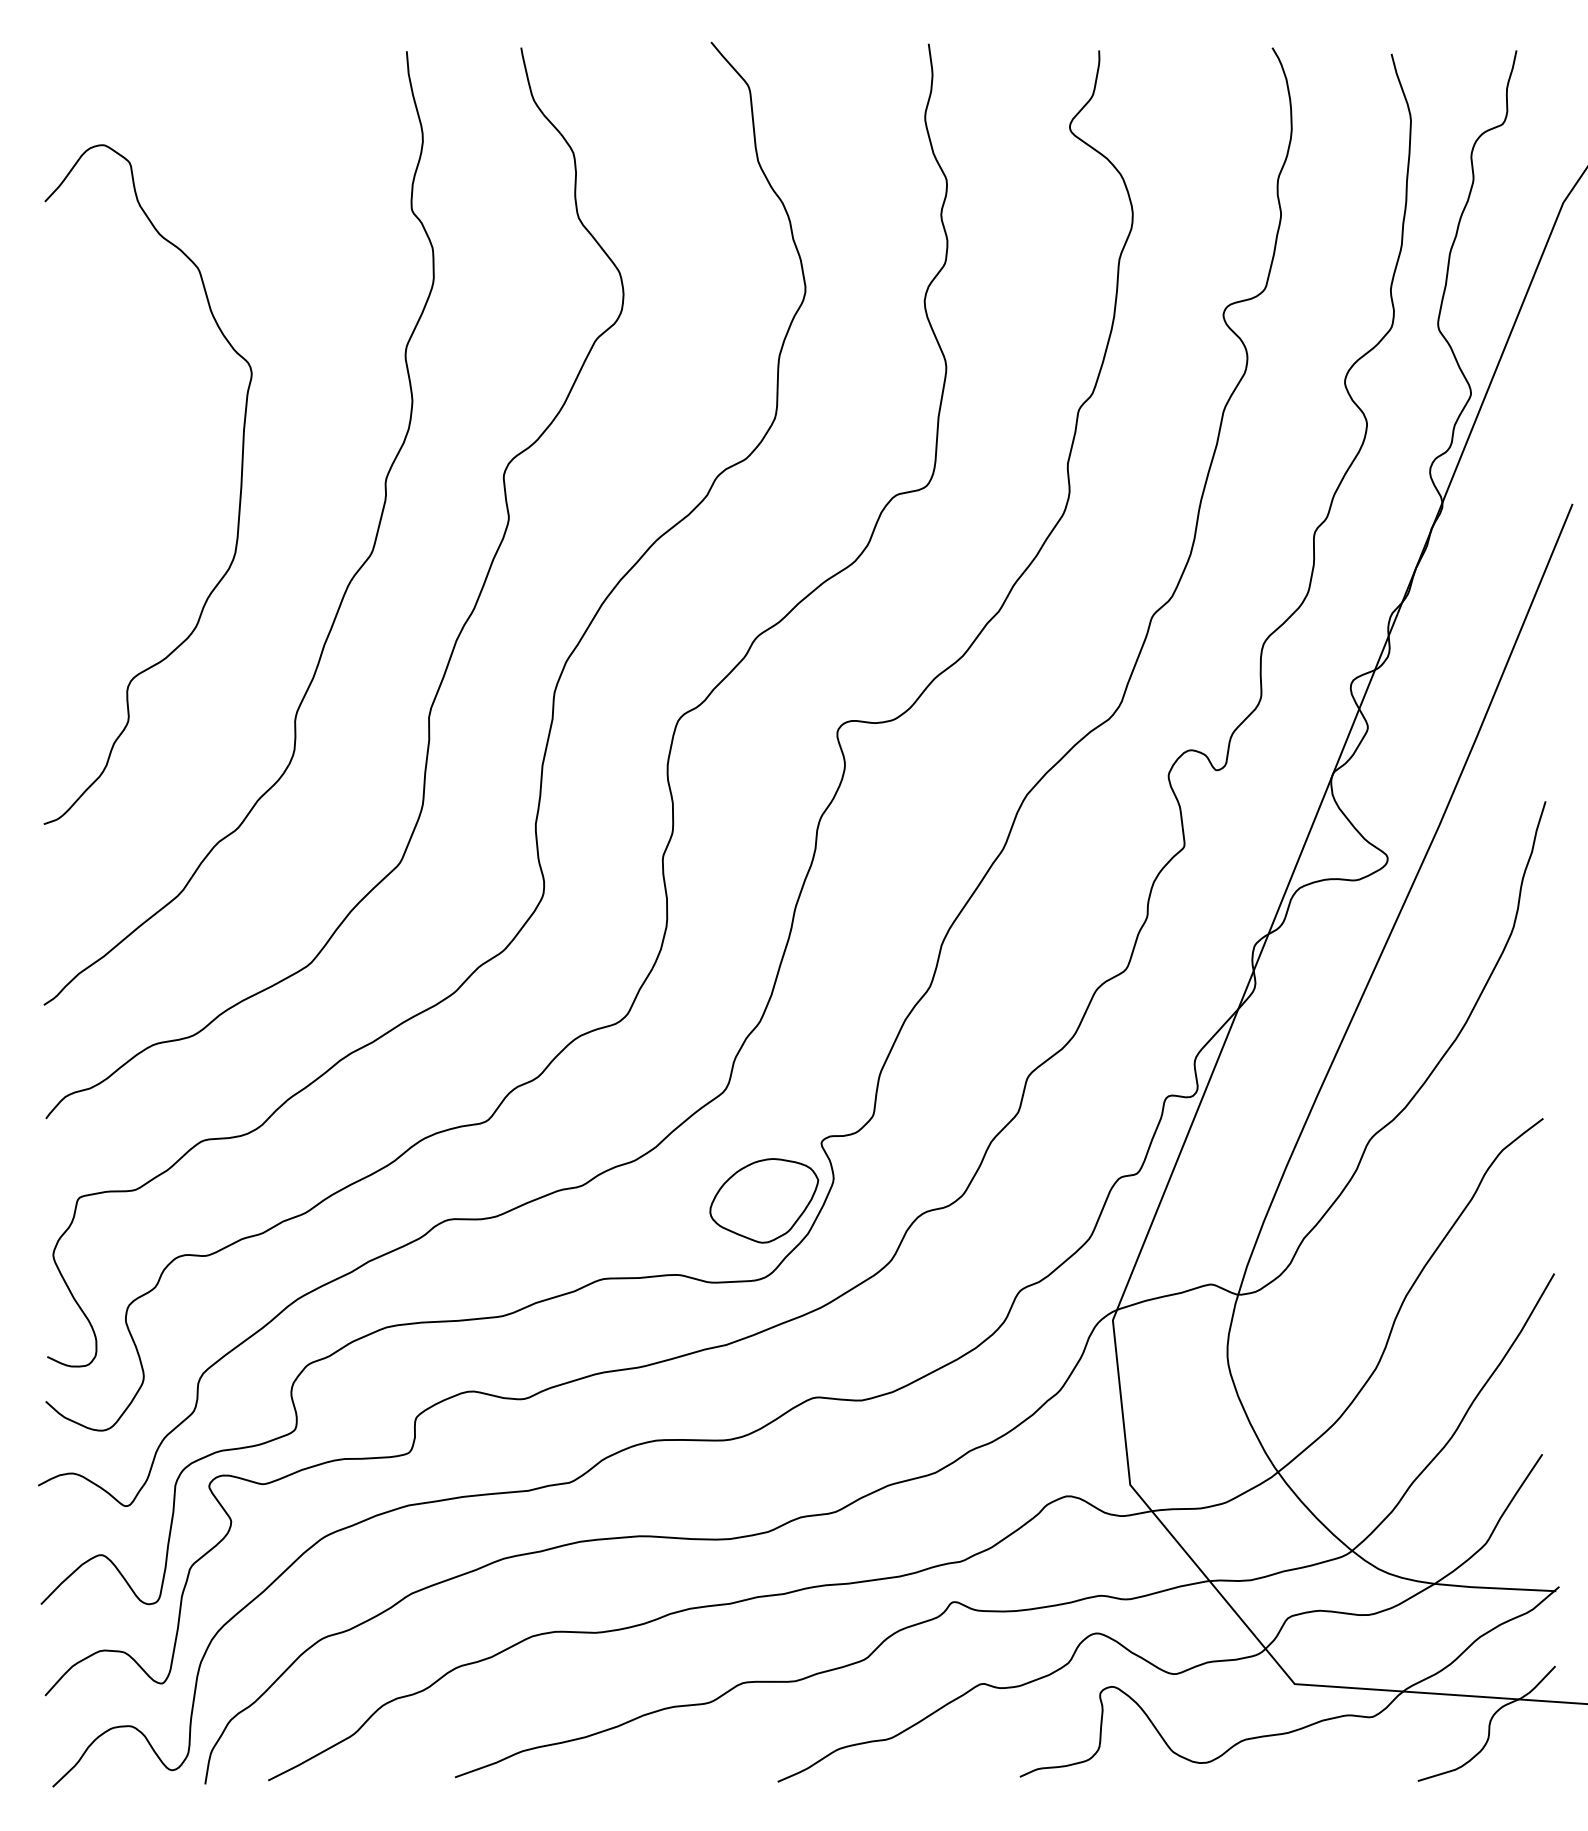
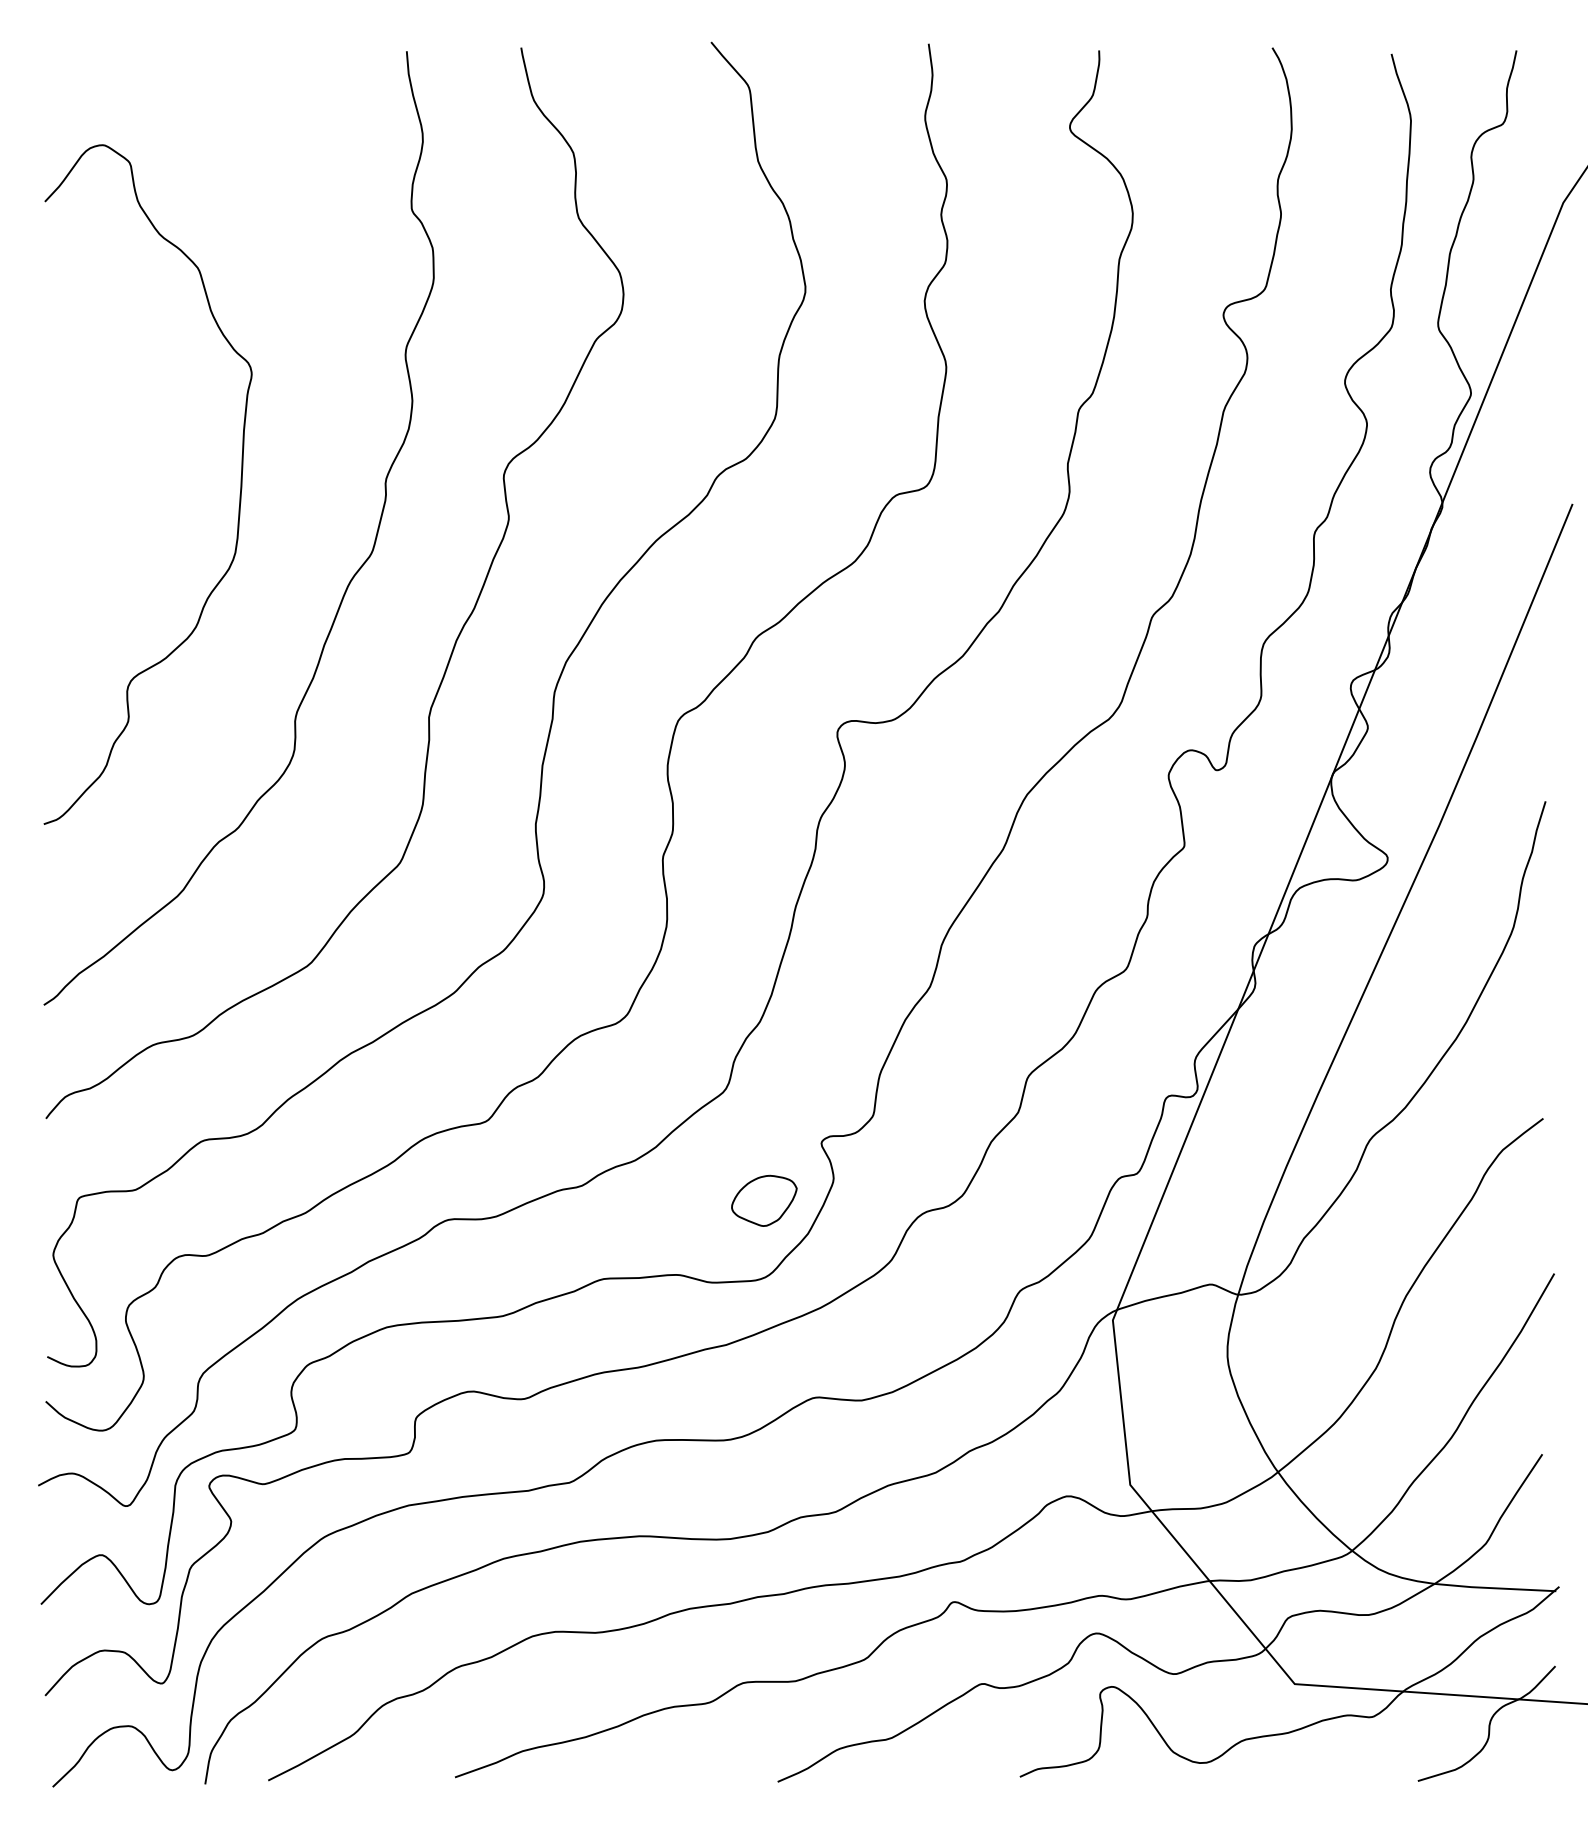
part at (764, 1200) size: 111x86 px -> 67x53 px
